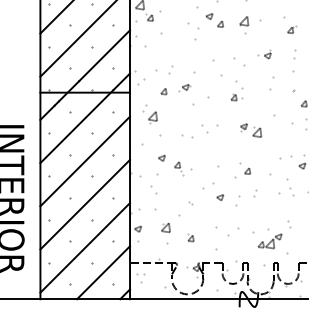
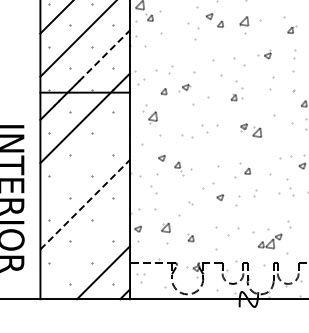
line at (104, 55): solid -> dashed
line at (84, 161): present -> none
line at (85, 204): solid -> dashed
line at (85, 247): present -> none
